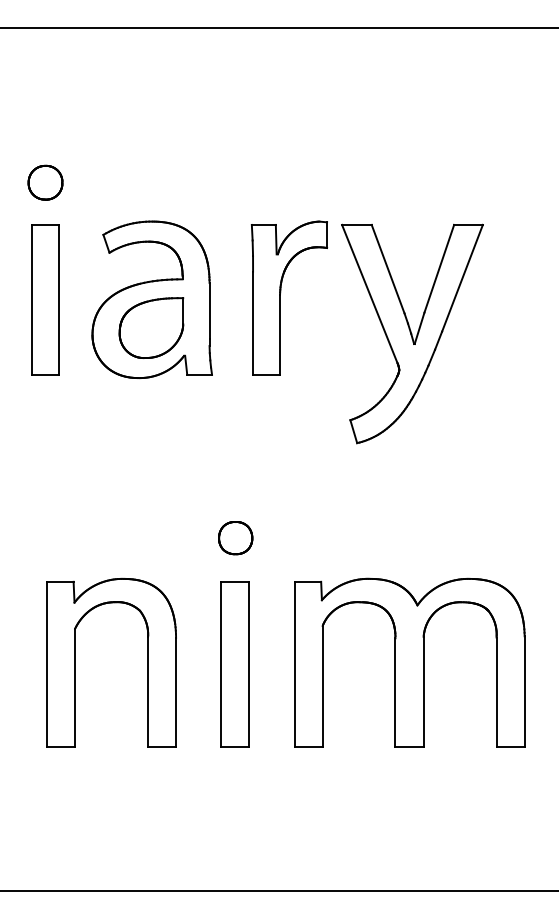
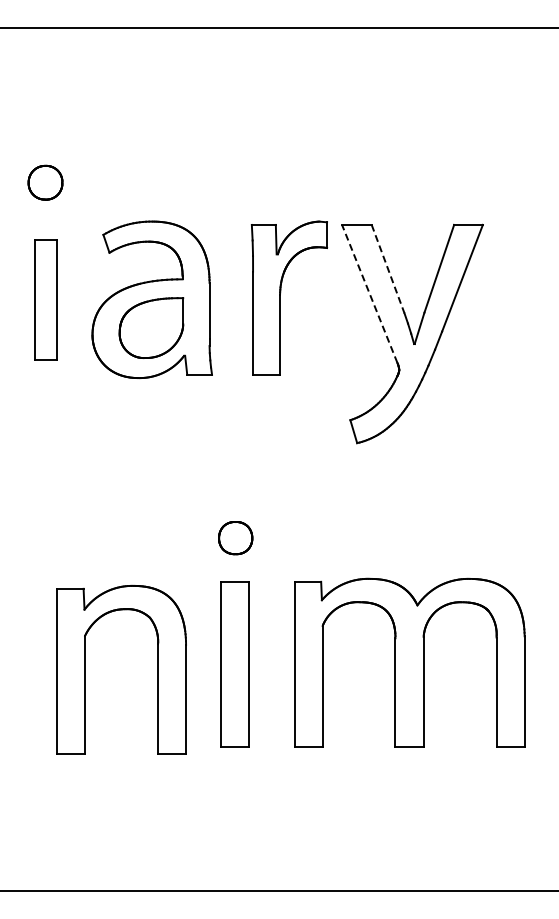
line at (388, 269): solid -> dashed
line at (369, 293): solid -> dashed
part at (45, 299) size: 29x152 px -> 24x122 px
part at (75, 662) position: (75, 662) -> (85, 669)
